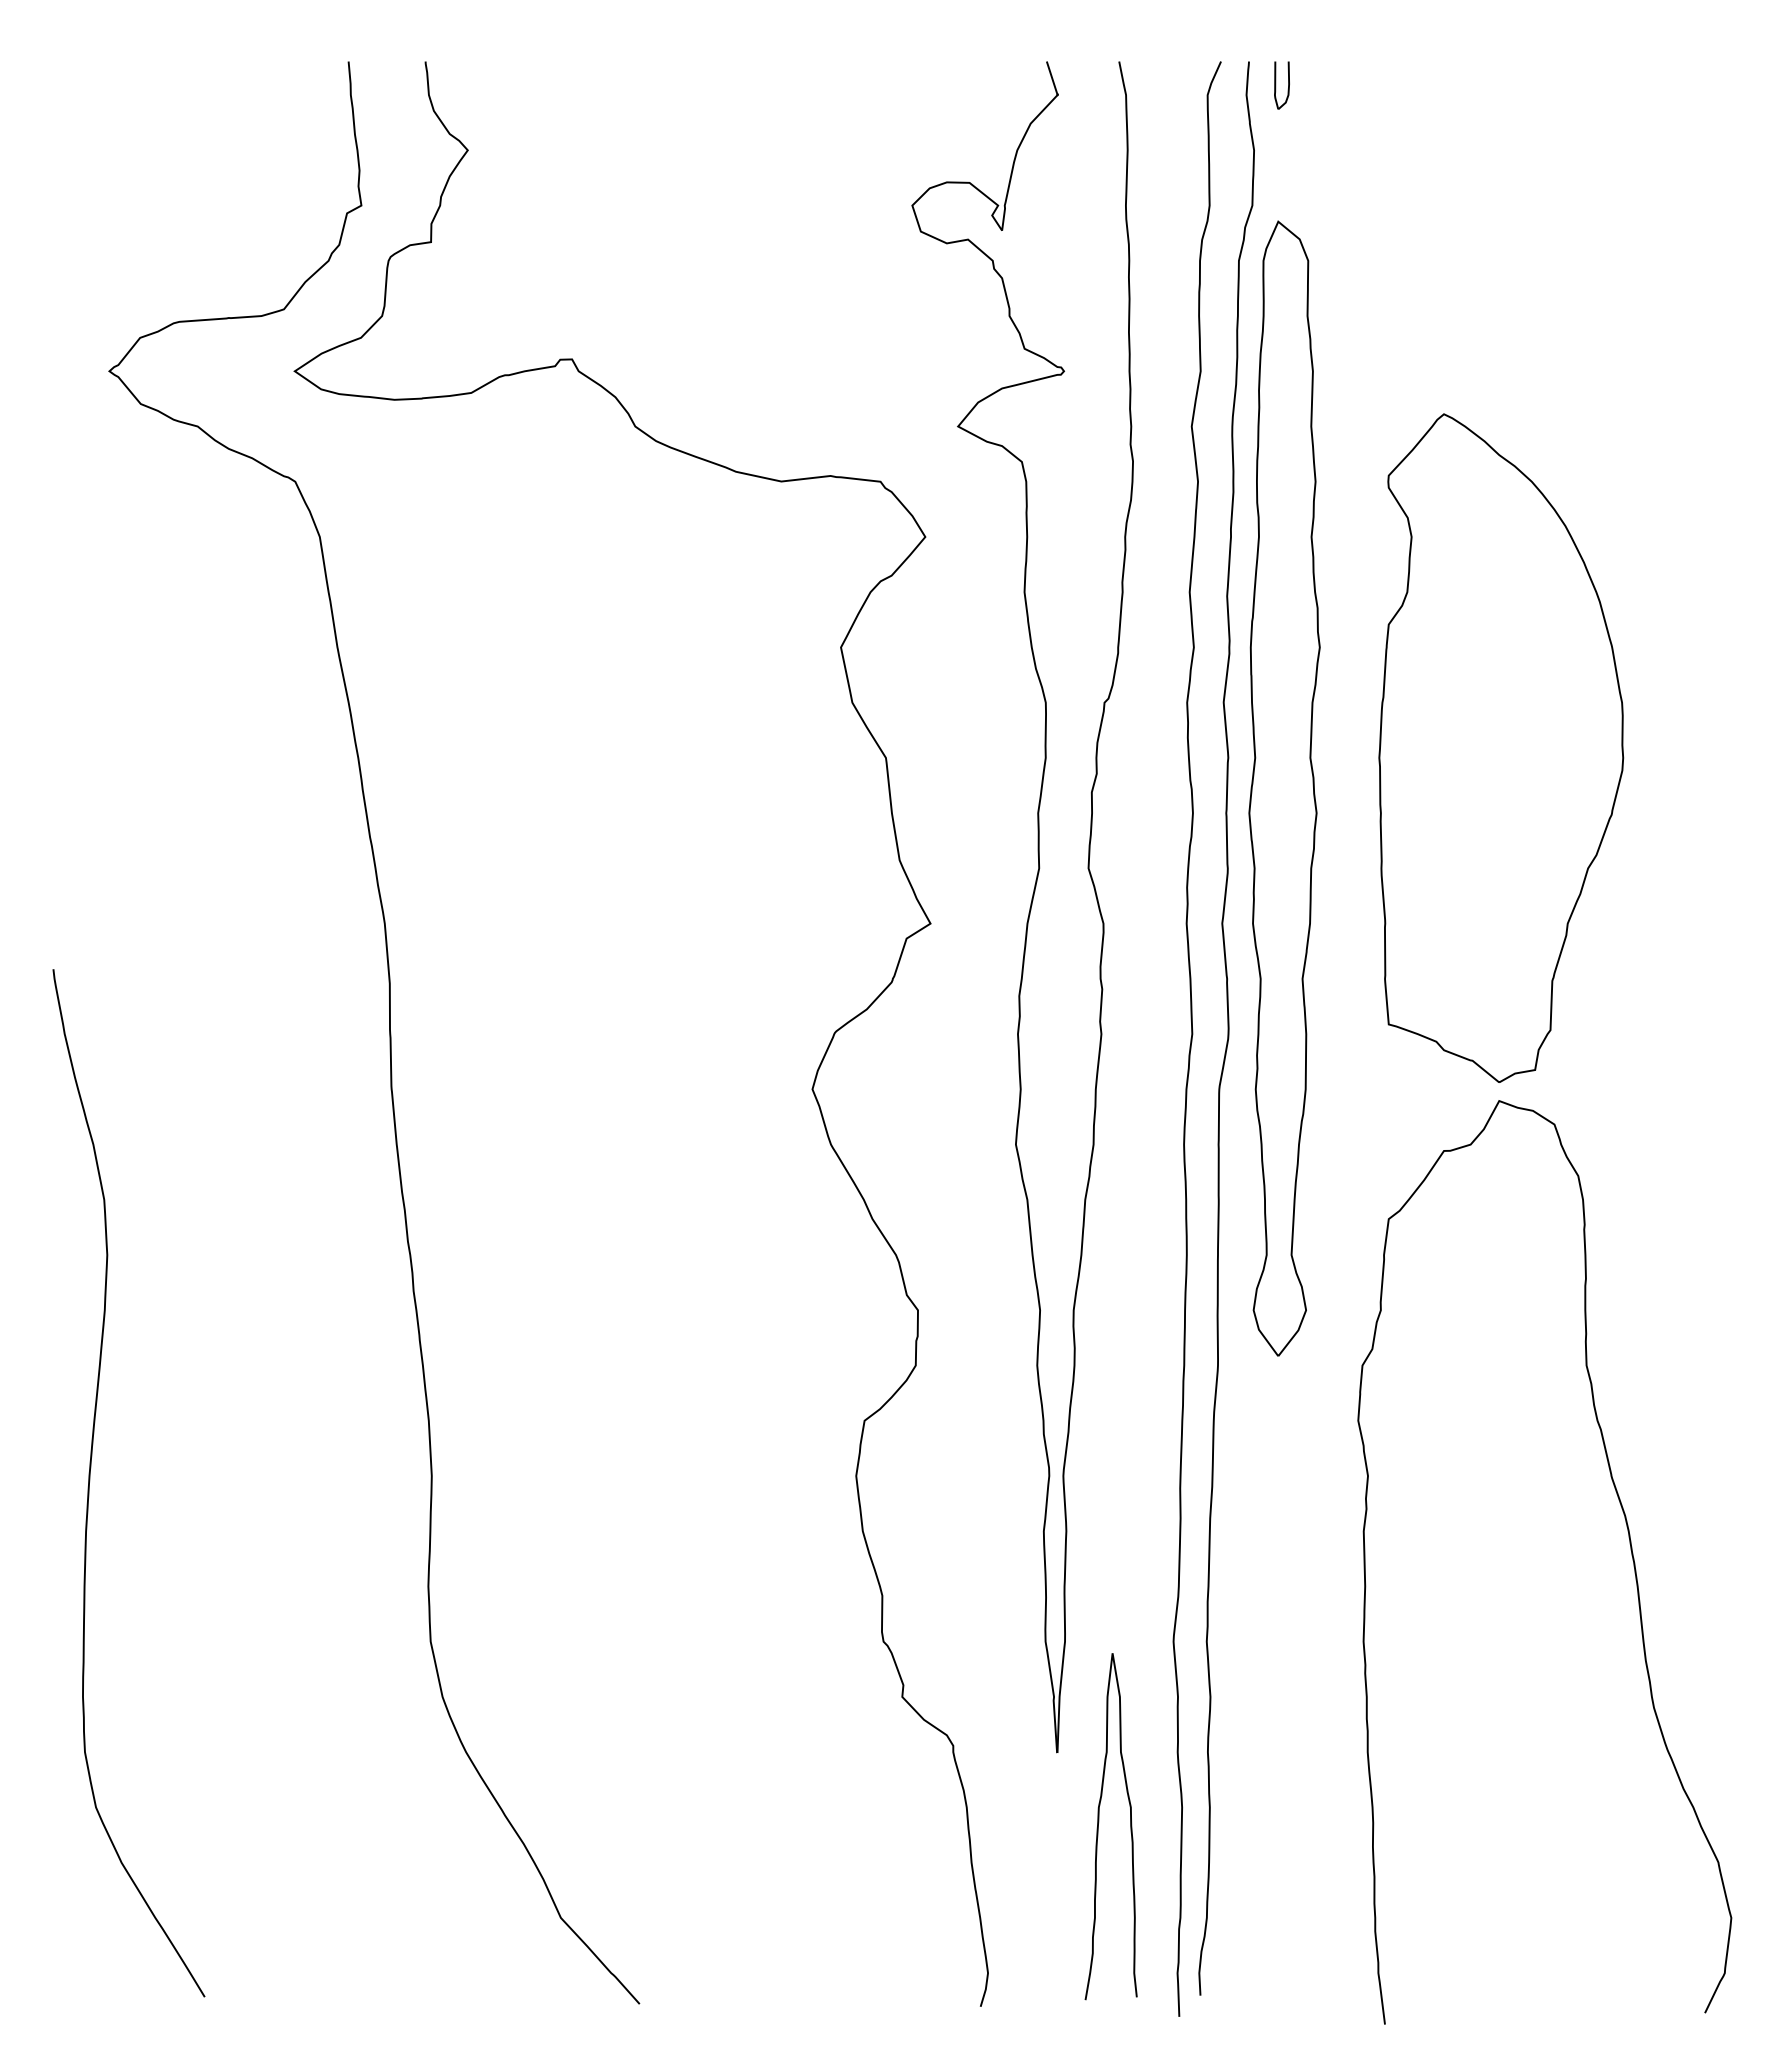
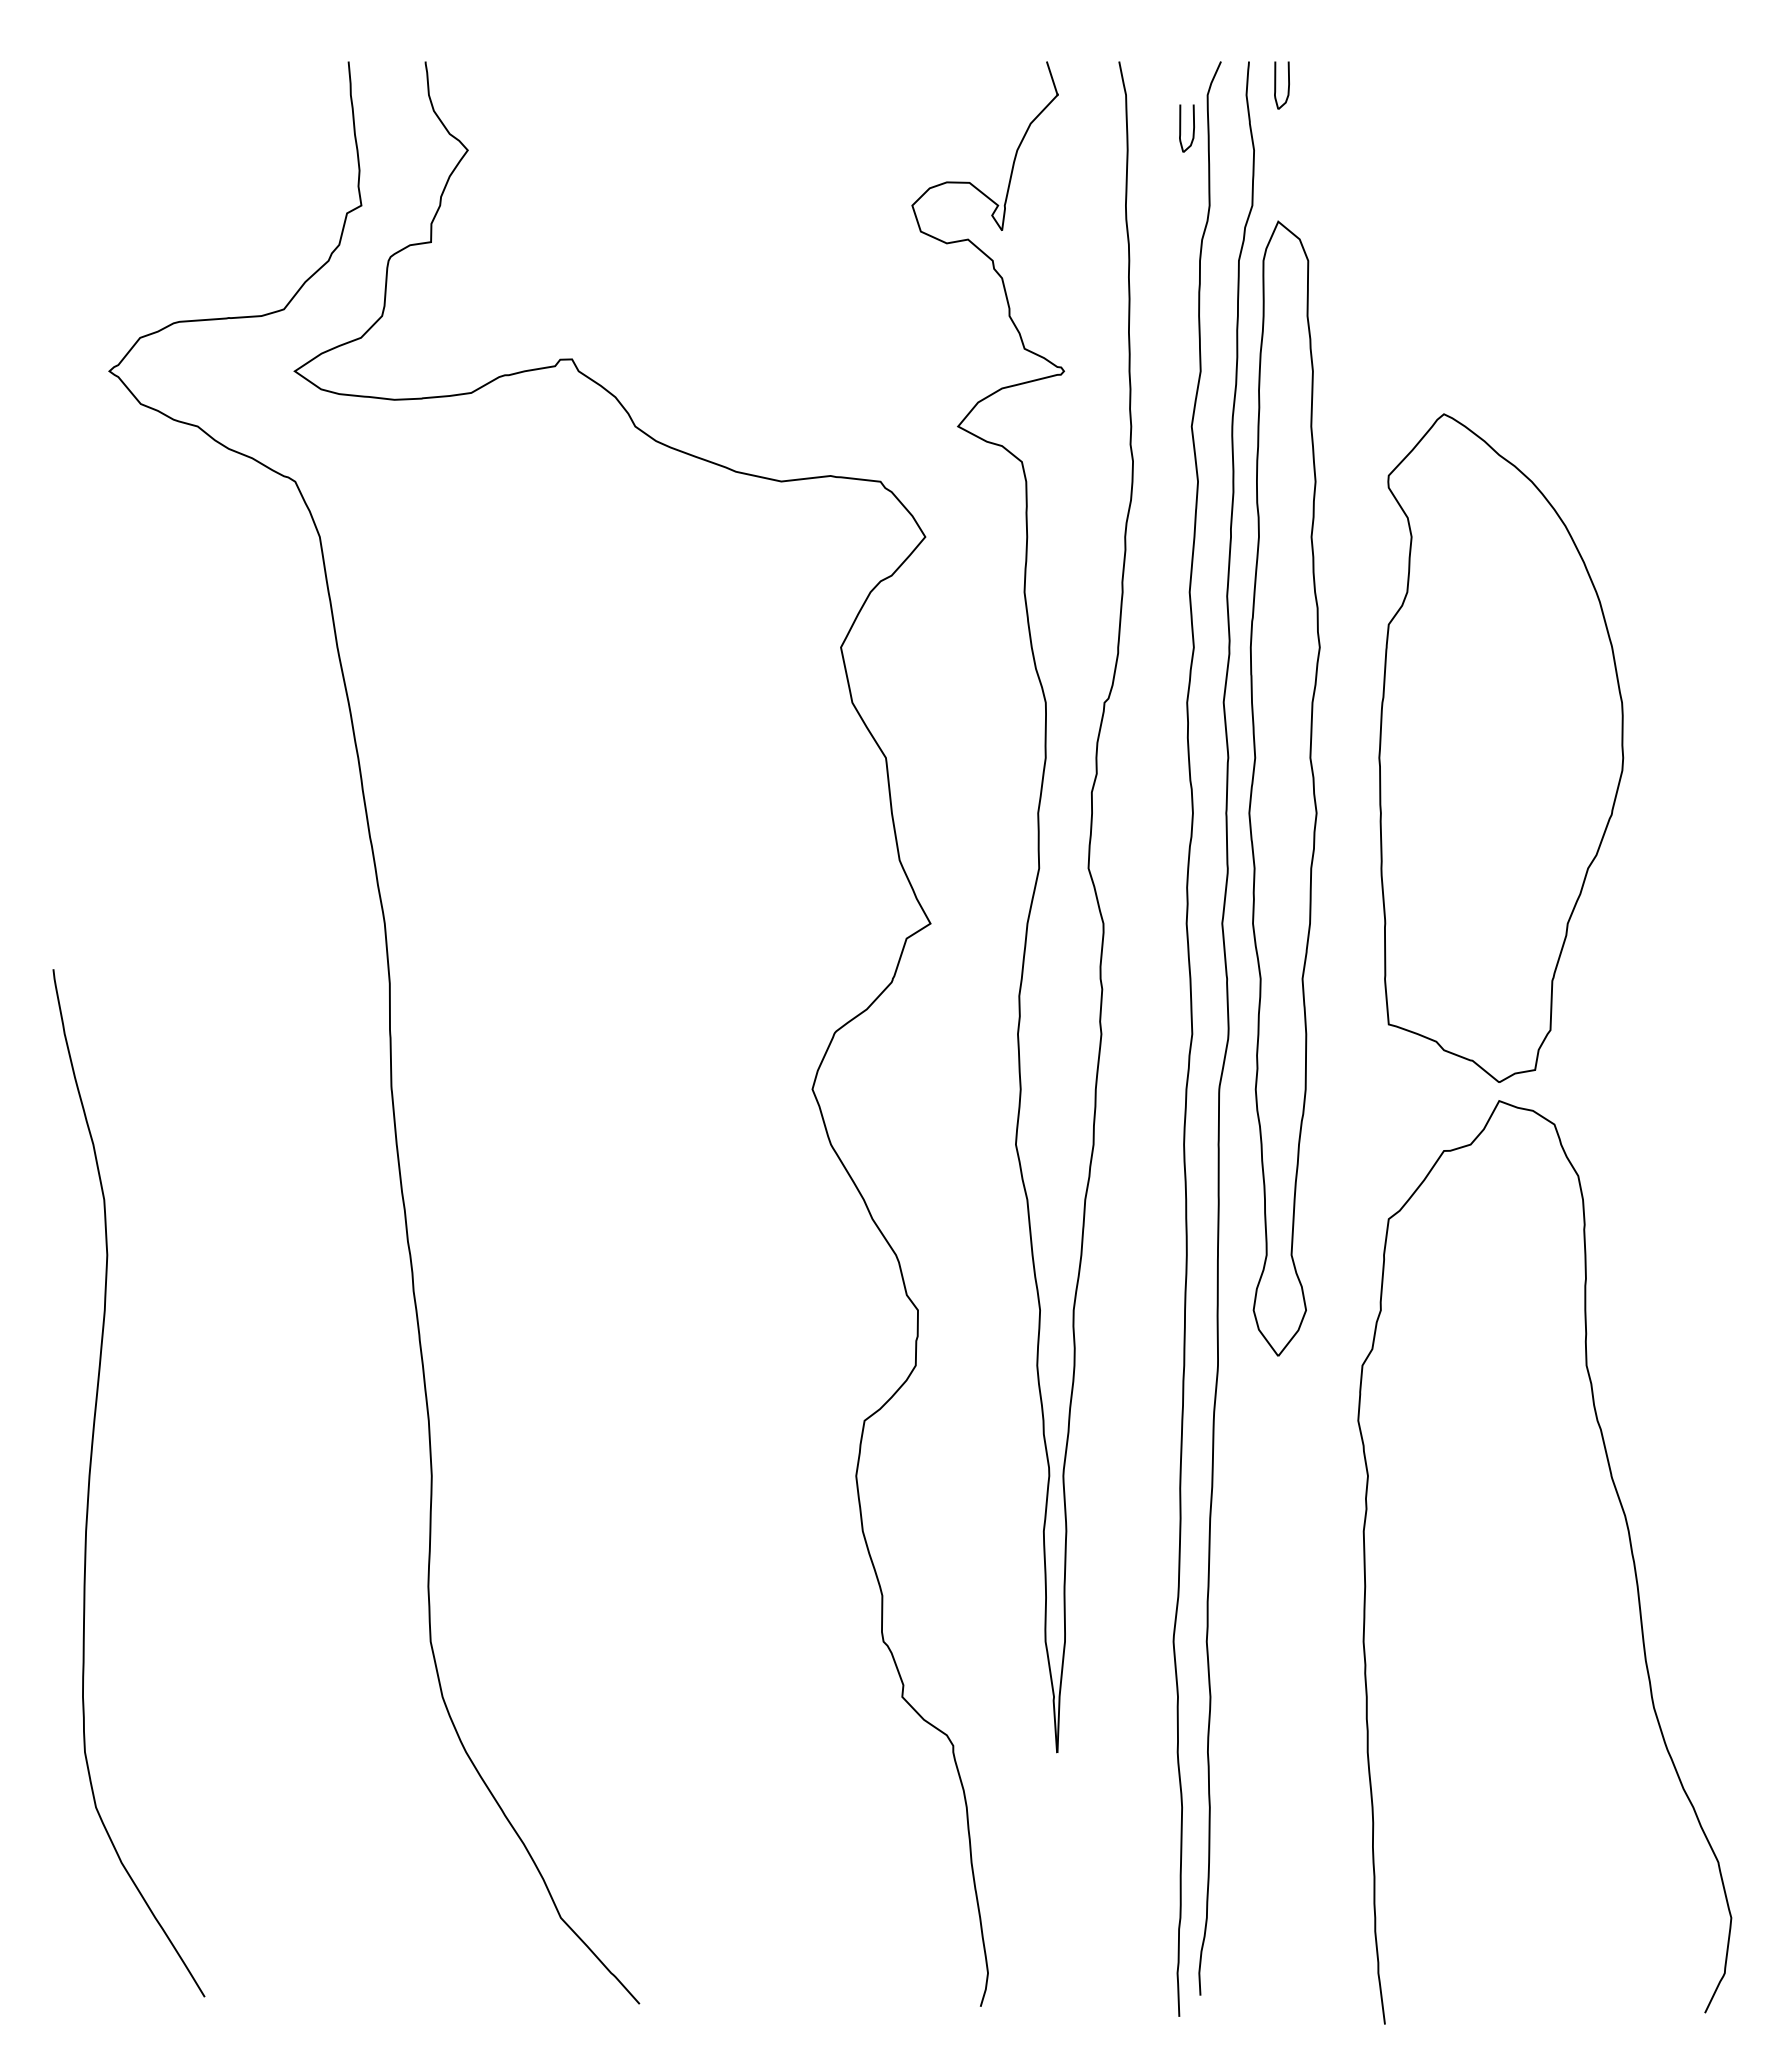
part at (1186, 128): none -> present
curve at (1099, 1822): present -> none
